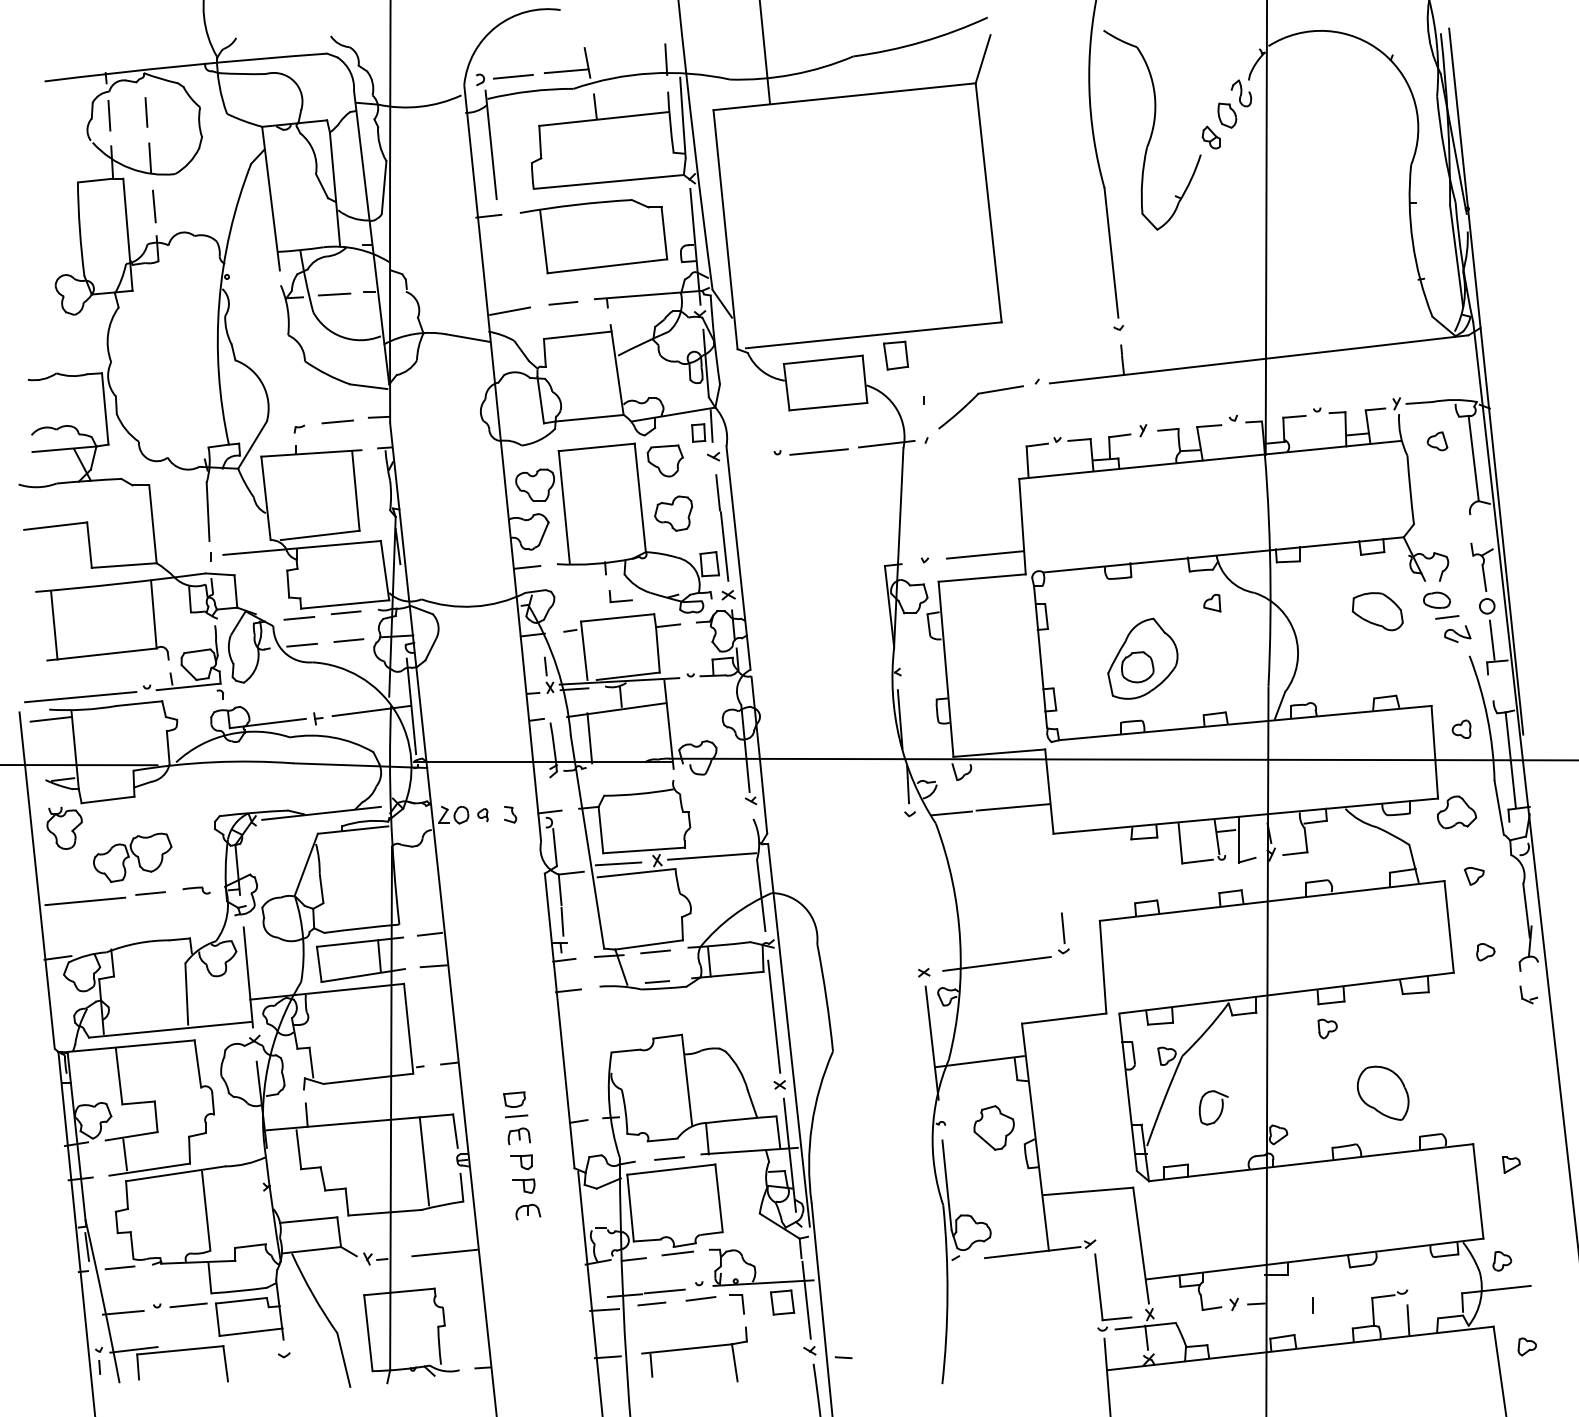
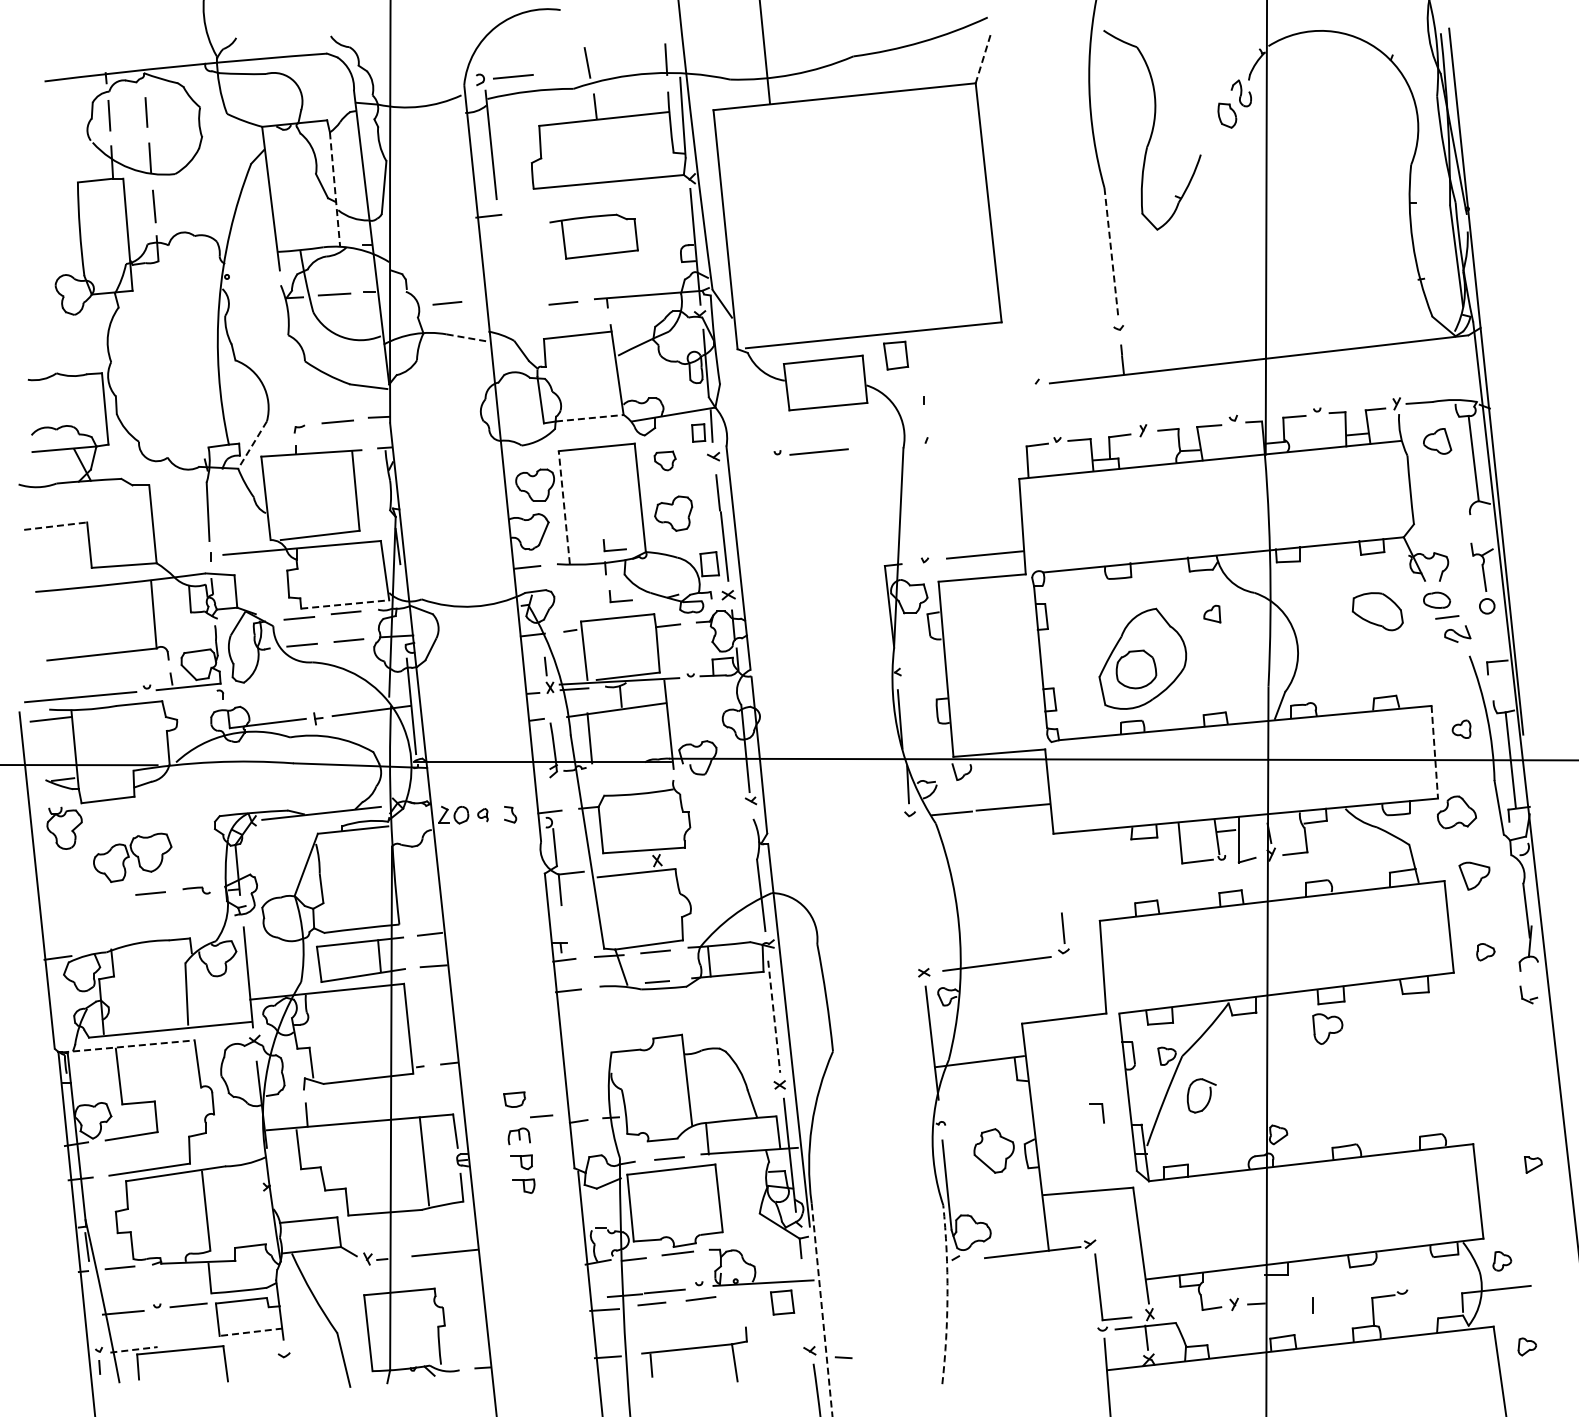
line at (982, 59): solid -> dashed
line at (566, 71): present -> none
part at (1210, 137): present -> none
line at (335, 189): solid -> dashed
part at (593, 236) size: 150x76 px -> 90x47 px
line at (1111, 253): solid -> dashed
line at (447, 303): none -> present
line at (510, 310): present -> none
line at (467, 338): solid -> dashed
part at (973, 400): present -> none
line at (589, 418): solid -> dashed
part at (1437, 441) size: 23x21 px -> 30x27 px
line at (886, 443): present -> none
line at (252, 445): solid -> dashed
part at (664, 460) size: 38x34 px -> 24x22 px
line at (564, 507): solid -> dashed
line at (55, 526): solid -> dashed
part at (614, 545): none -> present
part at (1212, 602) position: (1212, 602) -> (1212, 613)
line at (345, 604): solid -> dashed
line at (54, 625): present -> none
line at (1491, 639): present -> none
part at (1142, 658) size: 72x83 px -> 90x103 px
line at (1434, 752): solid -> dashed
line at (712, 856): present -> none
line at (618, 863): present -> none
part at (1473, 876) size: 22x19 px -> 33x30 px
line at (85, 901): present -> none
line at (562, 921): present -> none
line at (774, 1017): solid -> dashed
part at (1327, 1028) size: 21x22 px -> 32x32 px
line at (128, 1046): solid -> dashed
part at (1382, 1092): present -> none
part at (1221, 1107) position: (1221, 1107) -> (1209, 1095)
line at (516, 1116) position: (516, 1116) -> (541, 1116)
part at (993, 1127) position: (993, 1127) -> (993, 1150)
line at (125, 1154): present -> none
part at (1511, 1164) position: (1511, 1164) -> (1533, 1164)
part at (528, 1211): present -> none
arc at (947, 1294): solid -> dashed
line at (806, 1299): present -> none
part at (736, 1304) position: (736, 1304) -> (1096, 1113)
line at (822, 1309): solid -> dashed
line at (1408, 1320): present -> none
line at (251, 1332): solid -> dashed
line at (133, 1349): solid -> dashed
